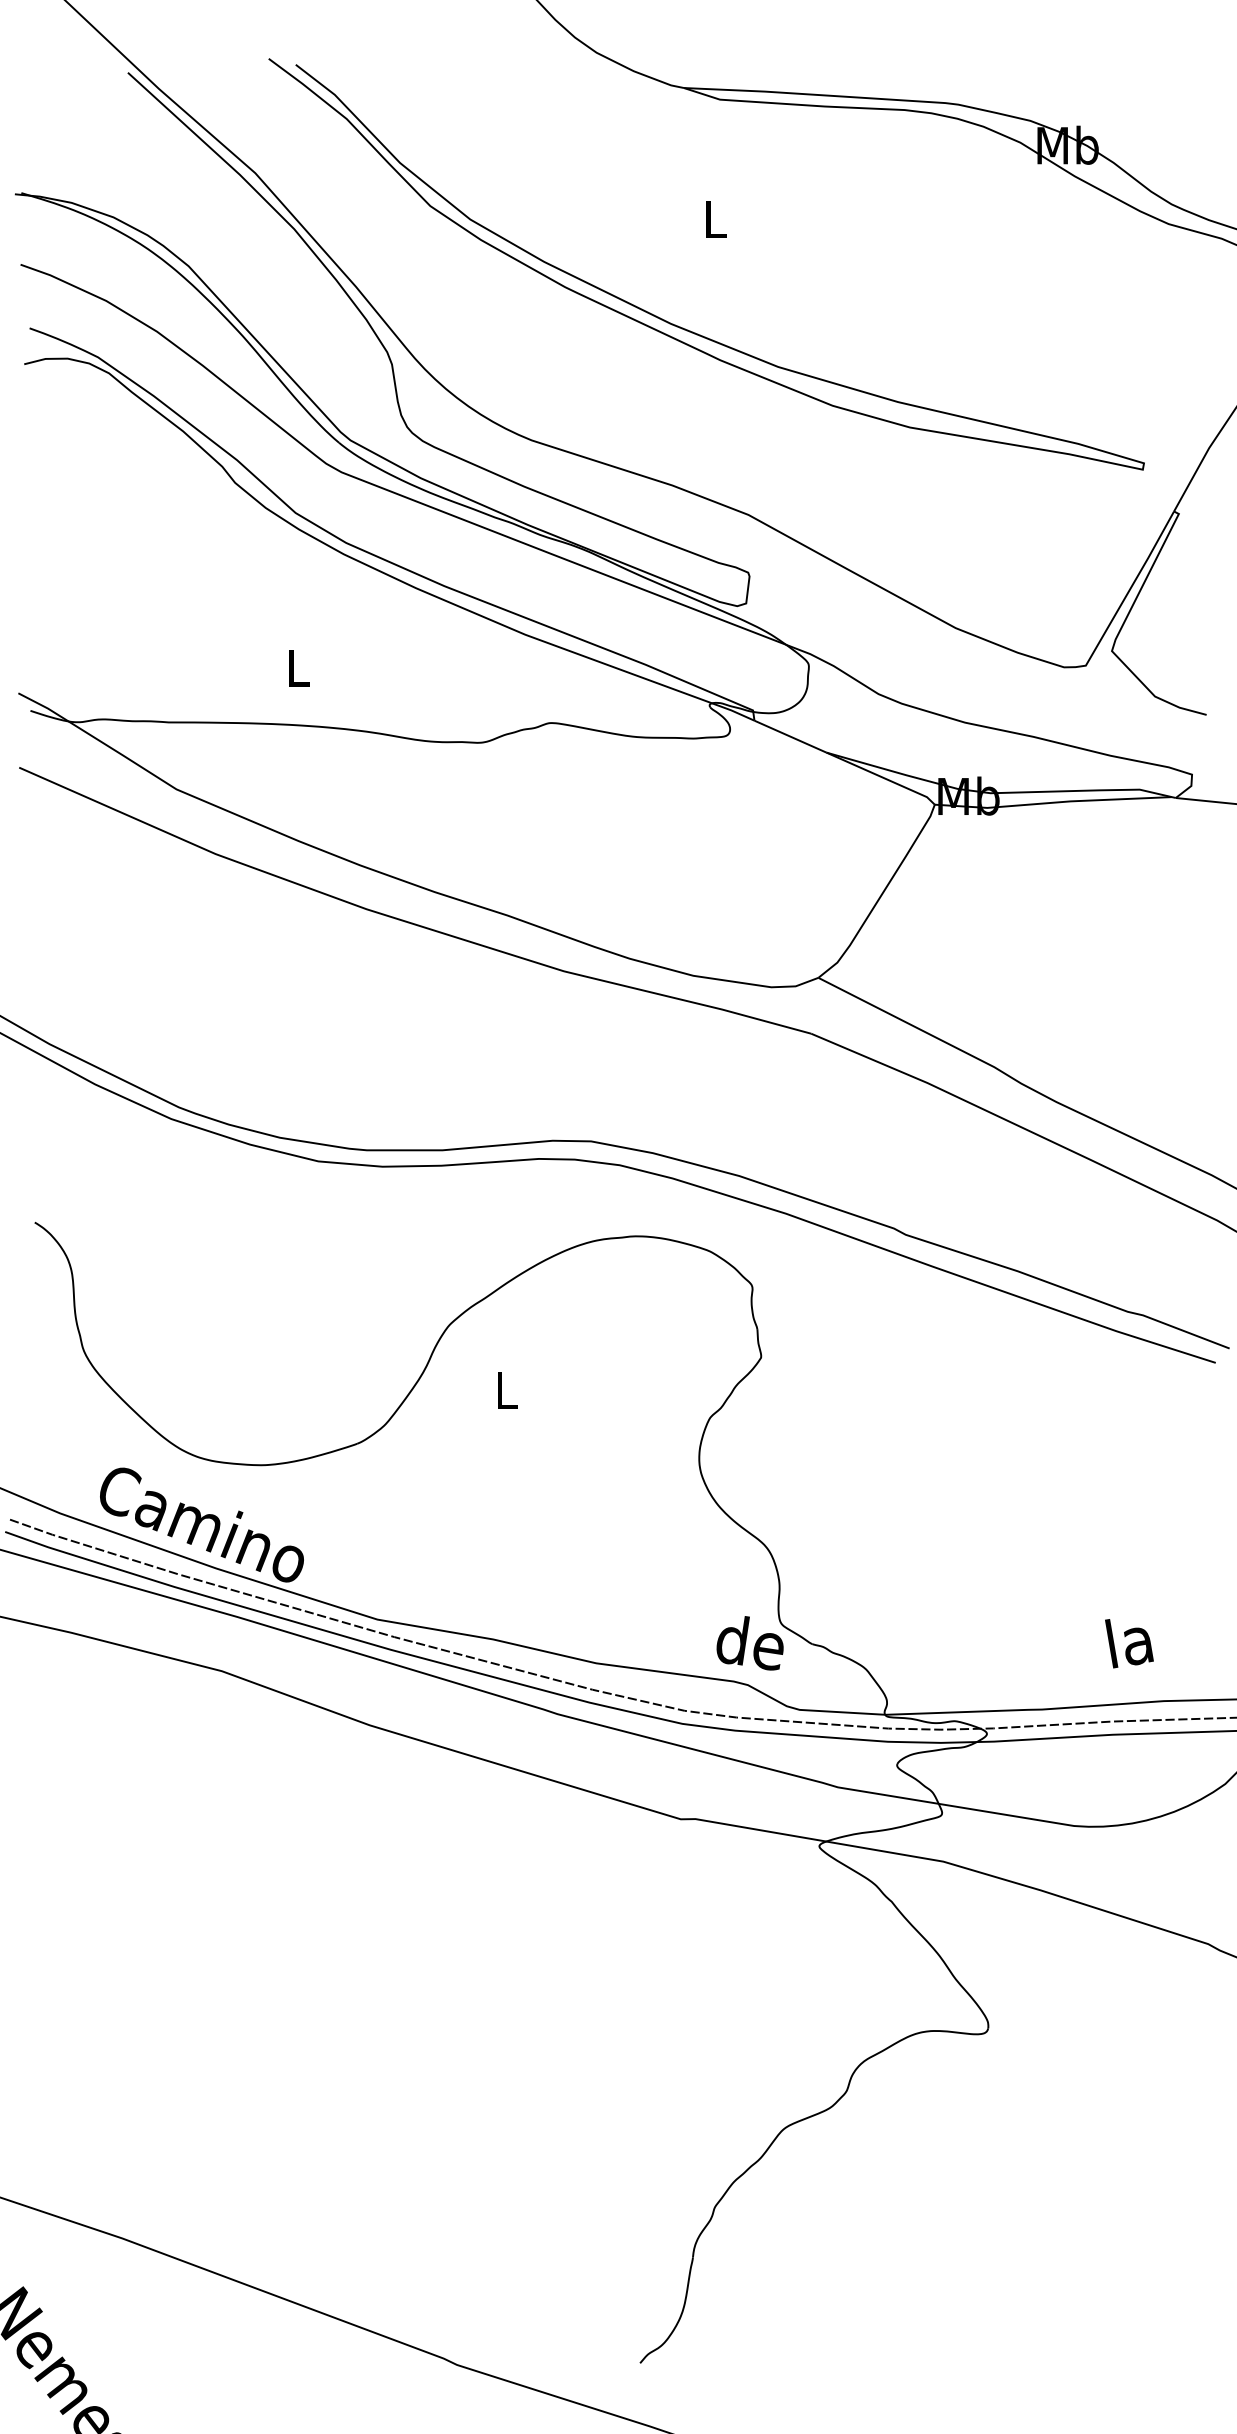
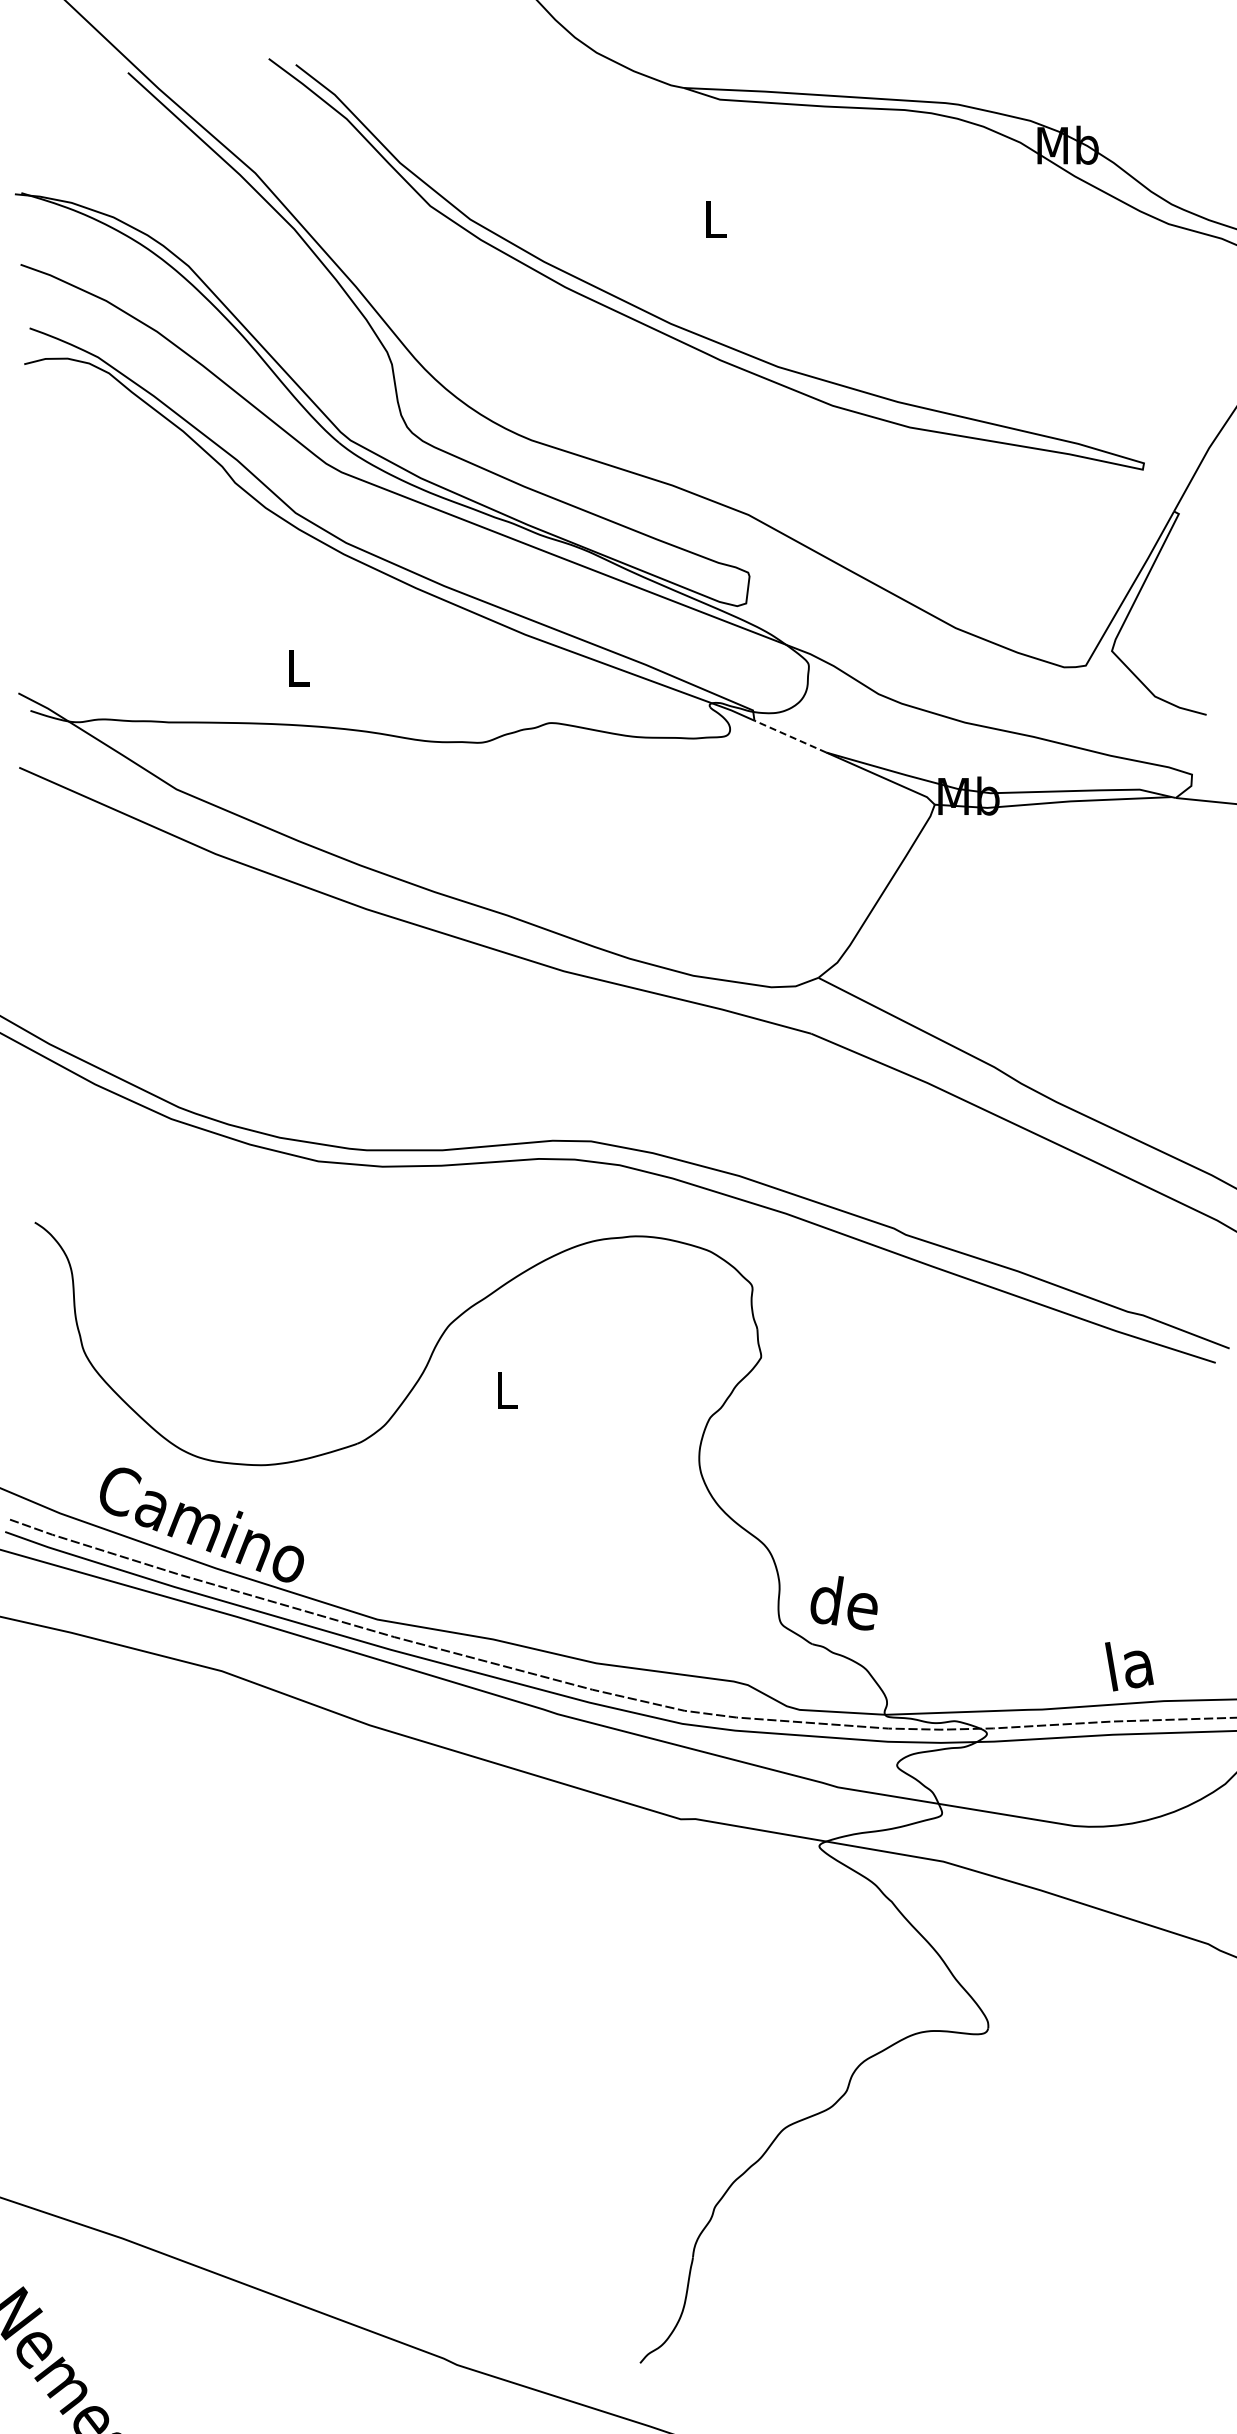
line at (789, 736): solid -> dashed
text at (749, 1643) position: (749, 1643) -> (843, 1603)
text at (1129, 1643) position: (1129, 1643) -> (1129, 1666)
